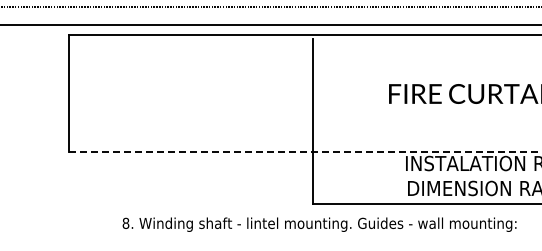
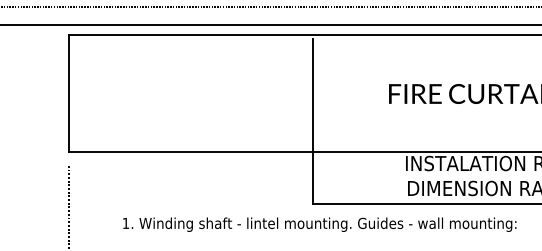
line at (305, 152): dashed -> solid
line at (68, 206): none -> present
text at (125, 222): 8. -> 1.
